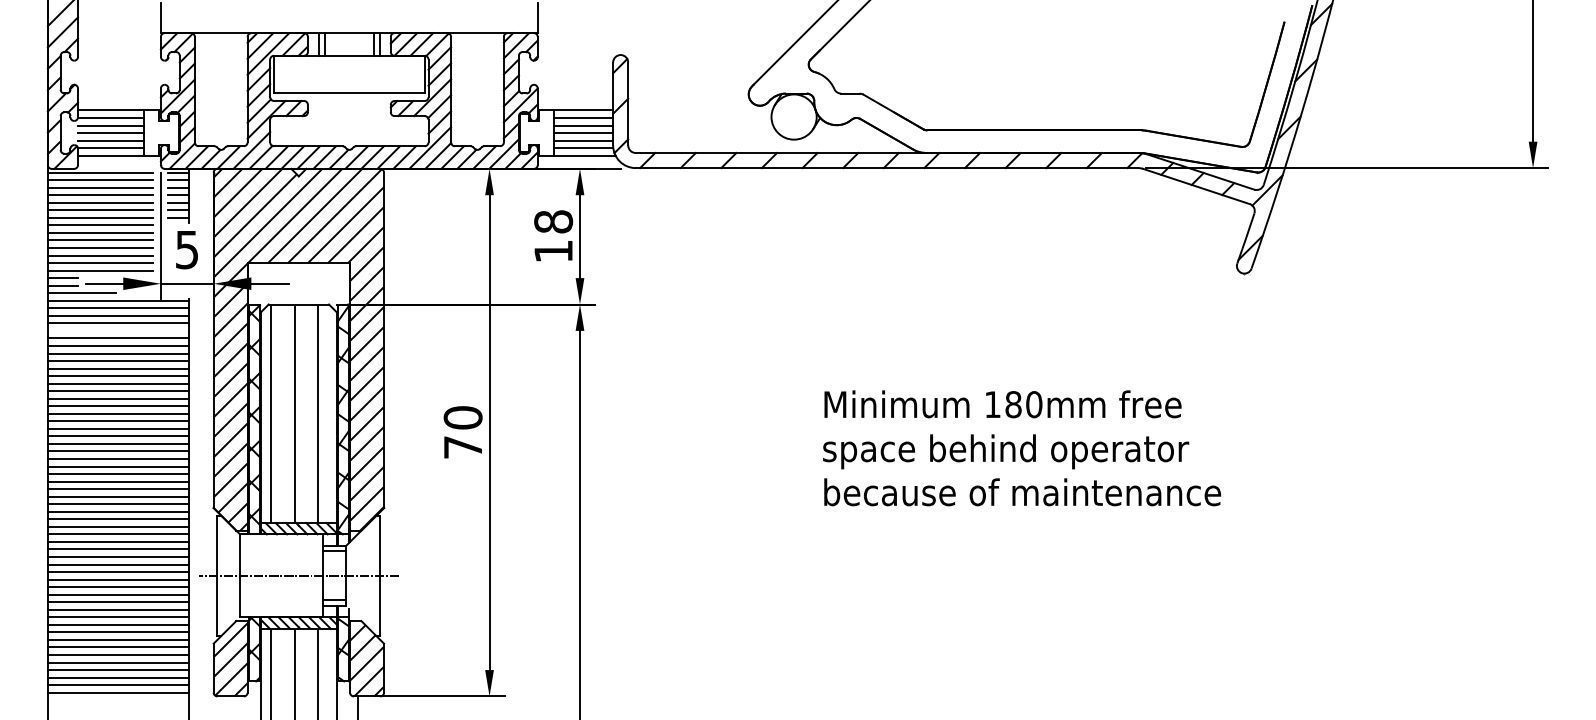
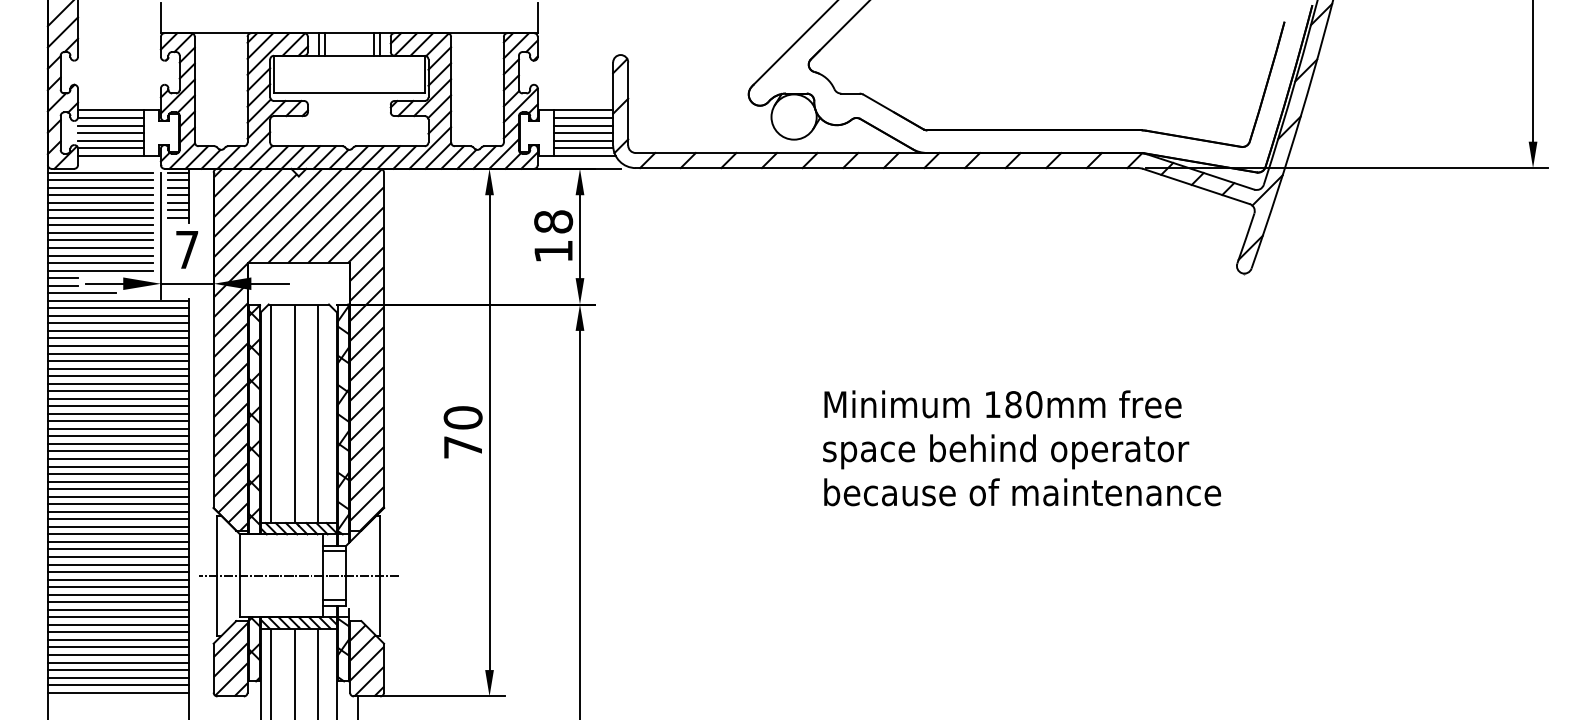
text at (187, 250): 5 -> 7
line at (118, 330): none -> present
